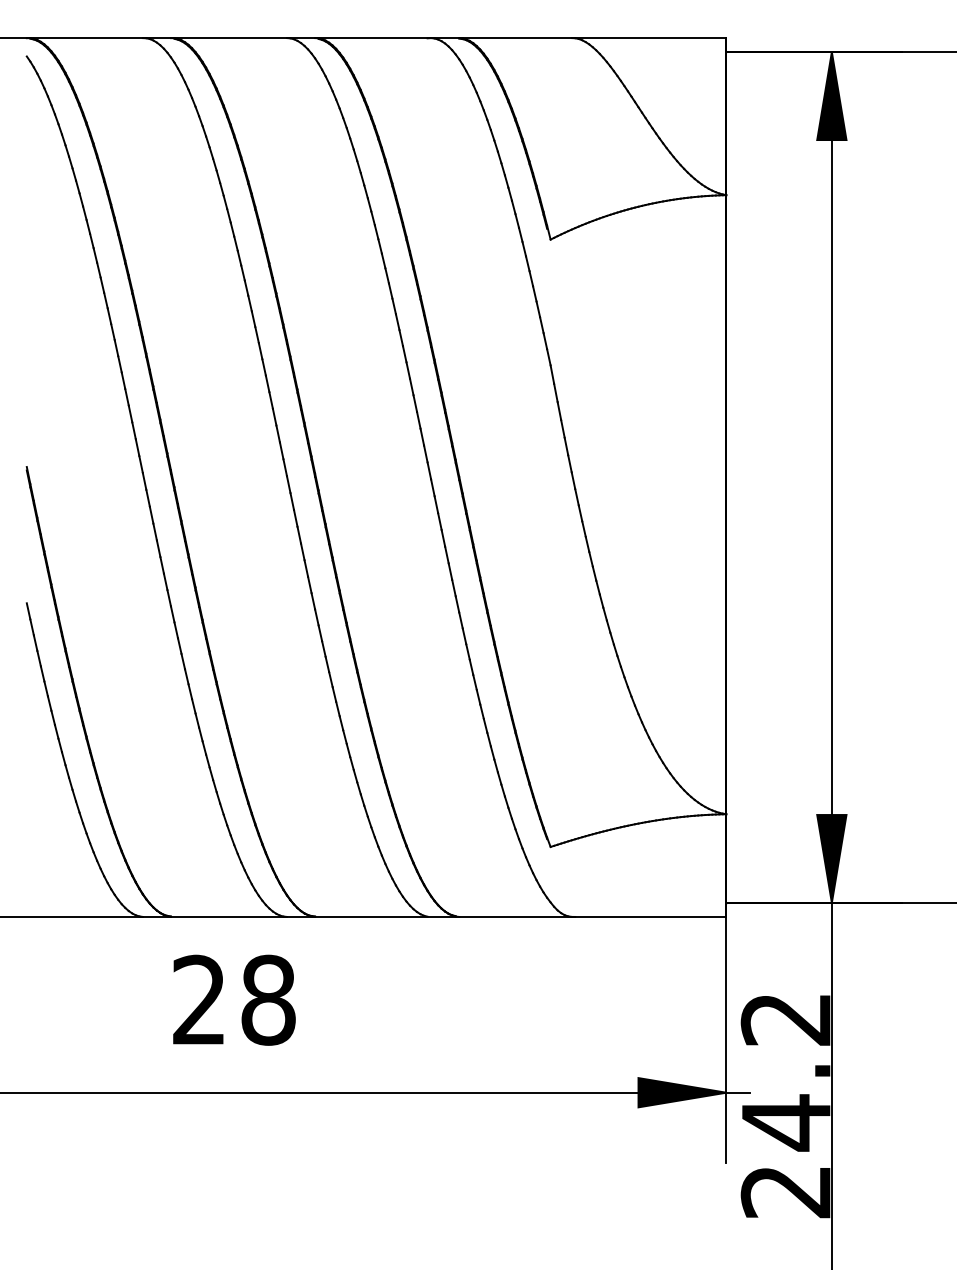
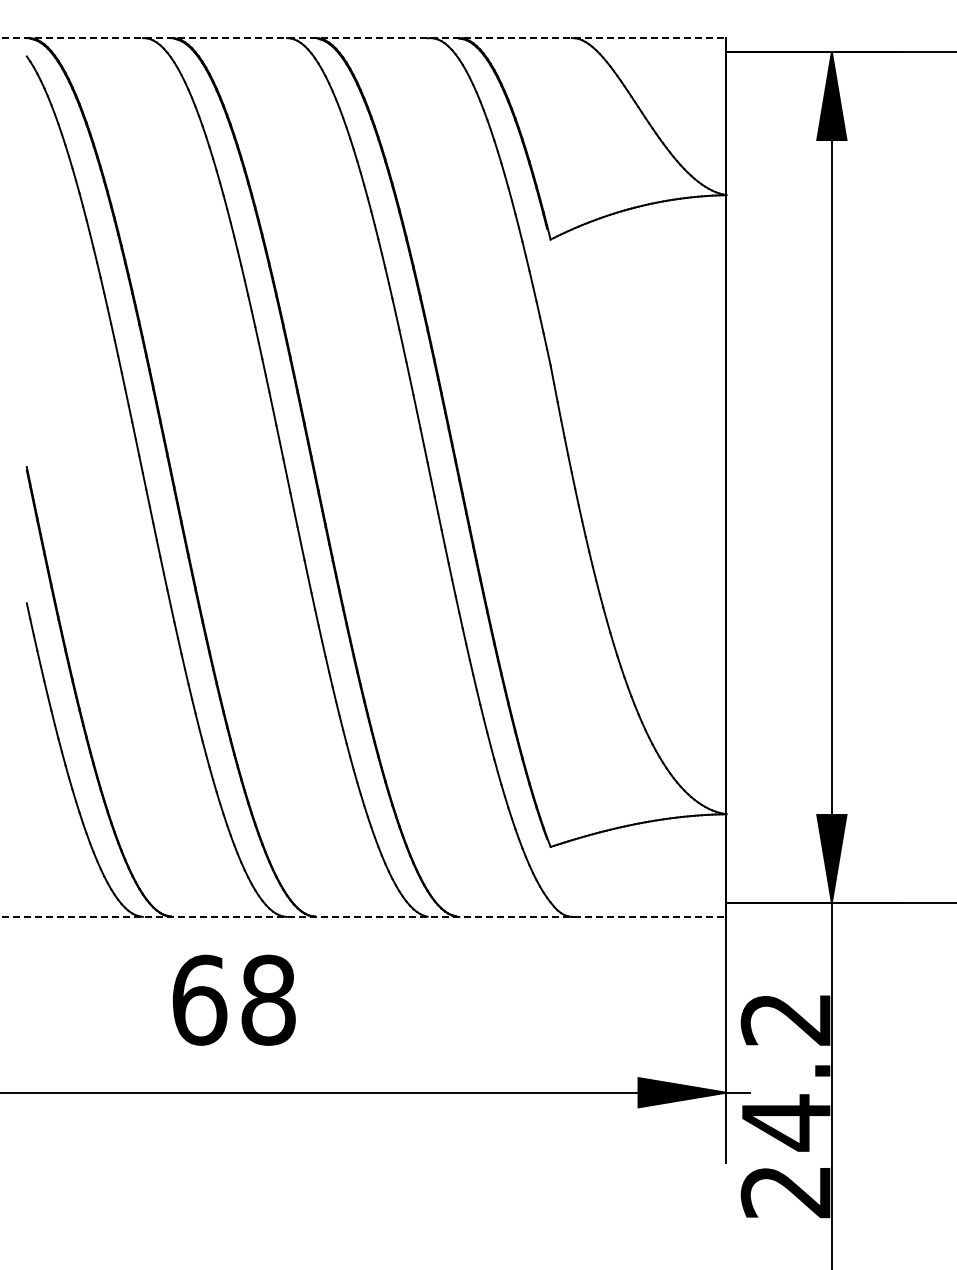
line at (363, 38): solid -> dashed
line at (363, 916): solid -> dashed
text at (199, 999): 28 -> 68
